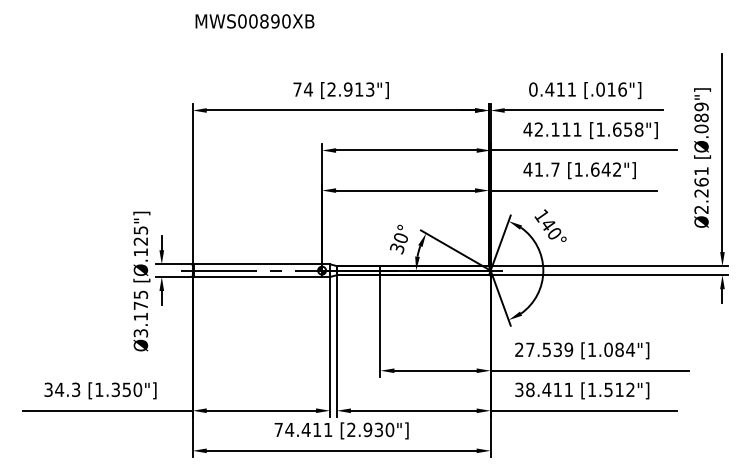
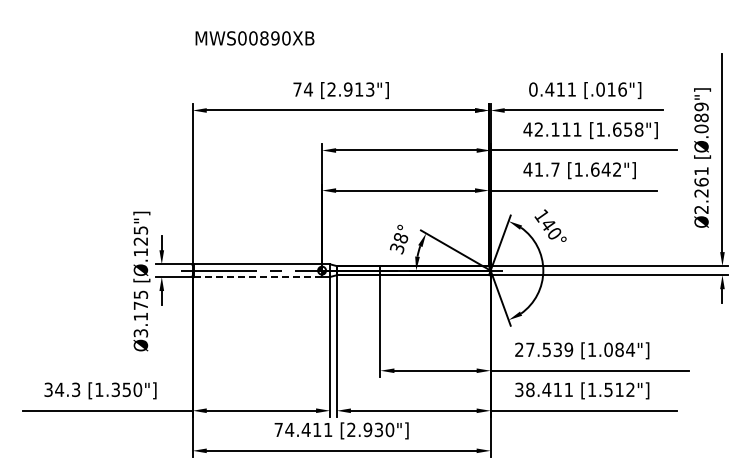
text at (254, 21) position: (254, 21) -> (254, 38)
text at (400, 238): 30° -> 38°
line at (258, 277): solid -> dashed
